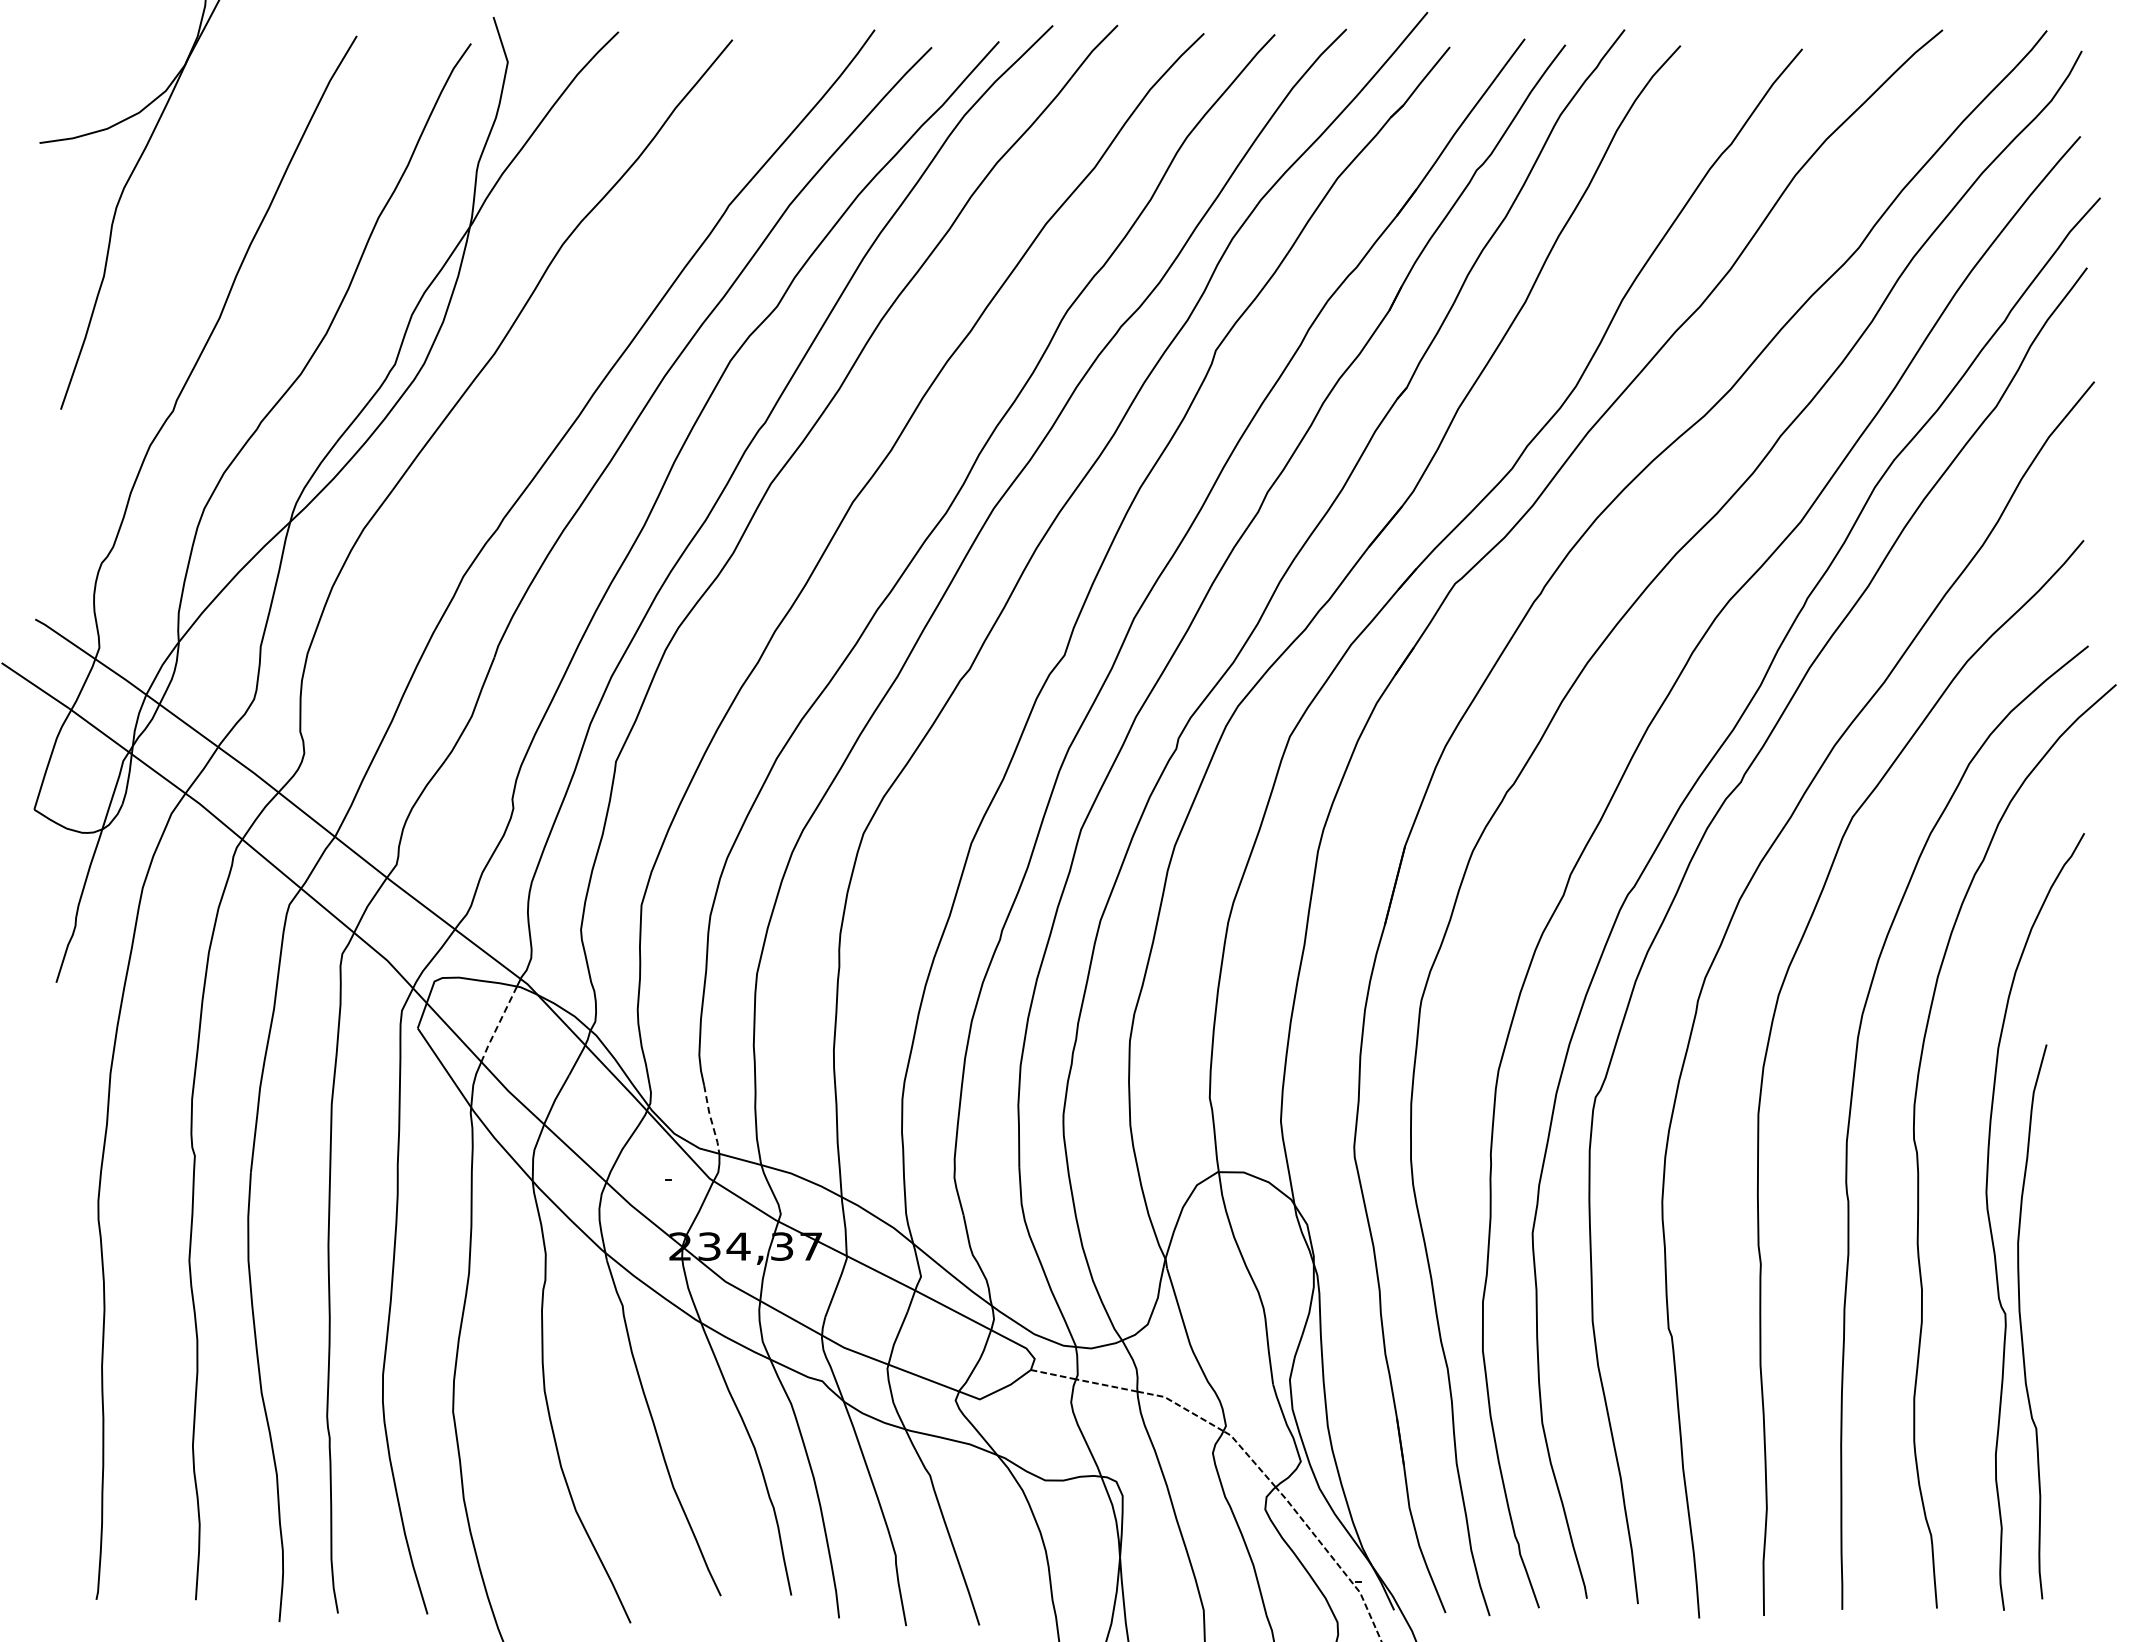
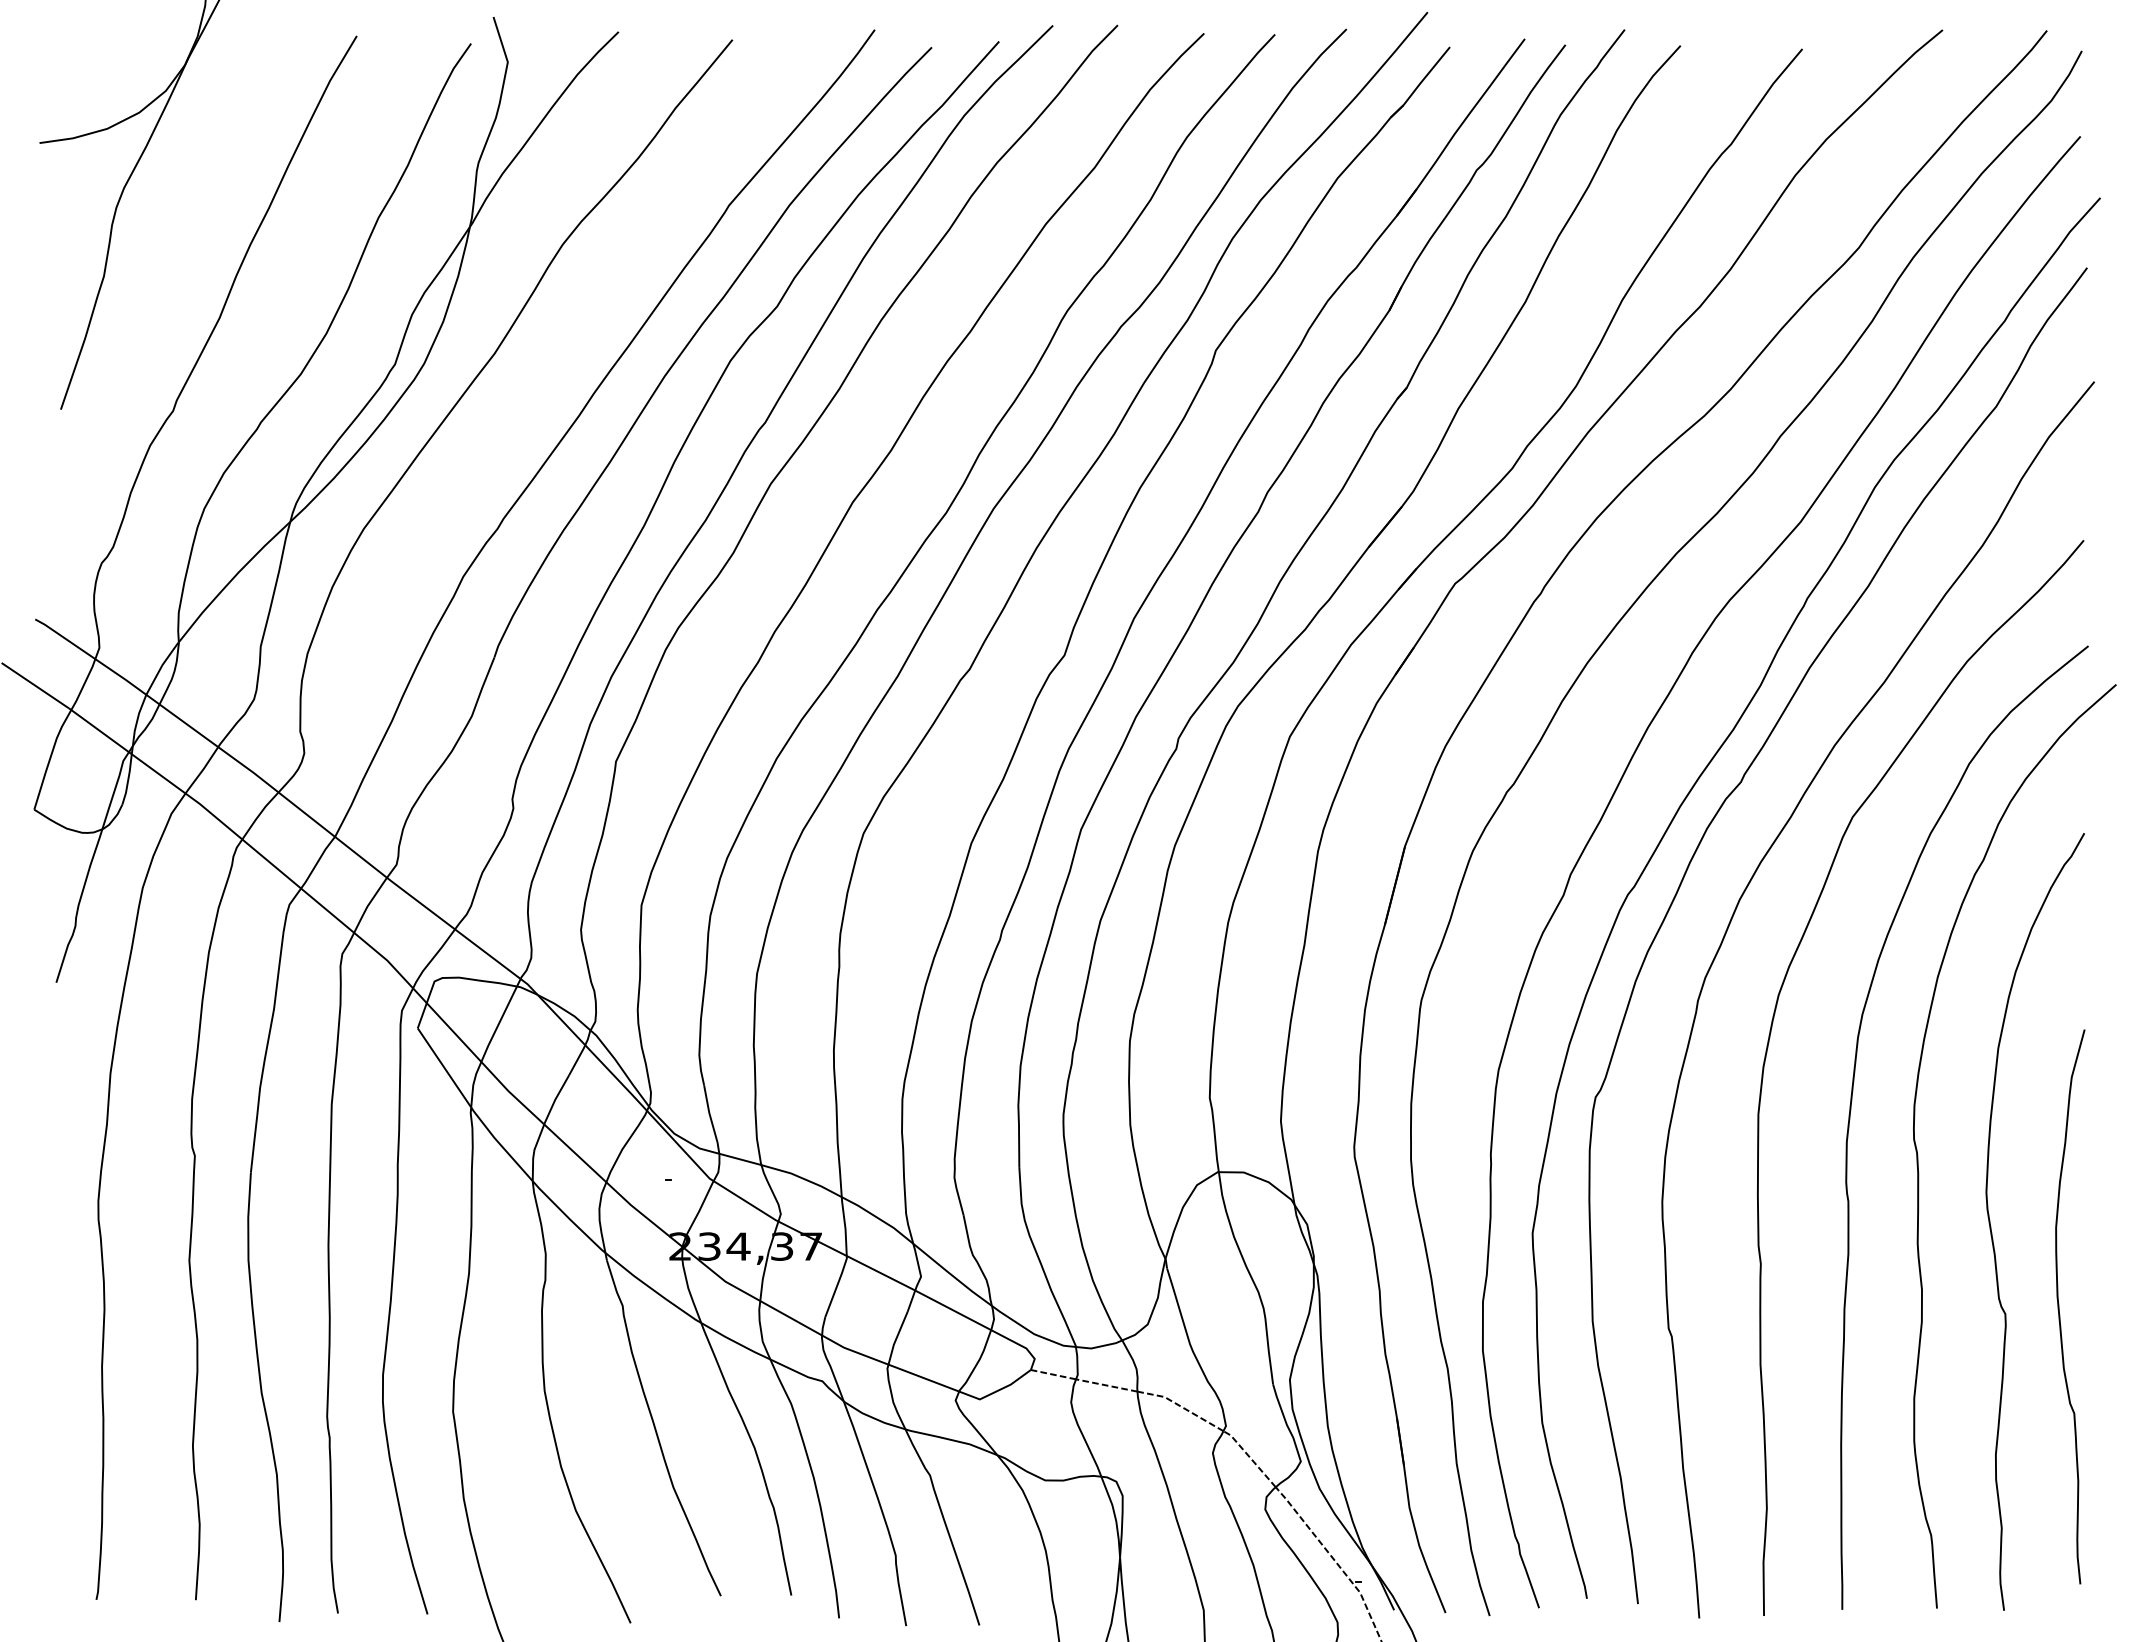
line at (498, 1025): dashed -> solid
line at (711, 1119): dashed -> solid
curve at (2021, 1321) position: (2021, 1321) -> (2059, 1306)
